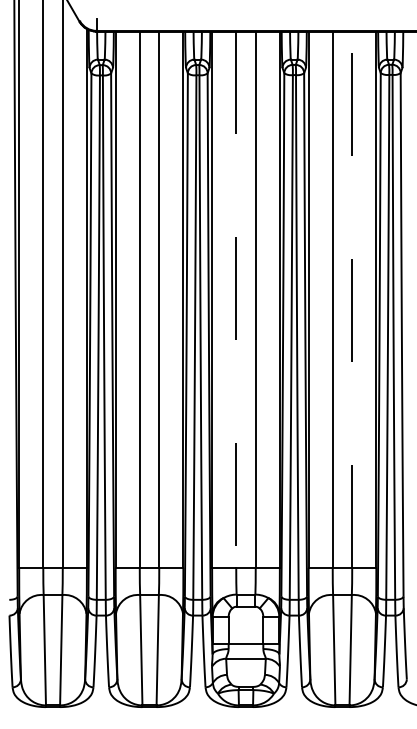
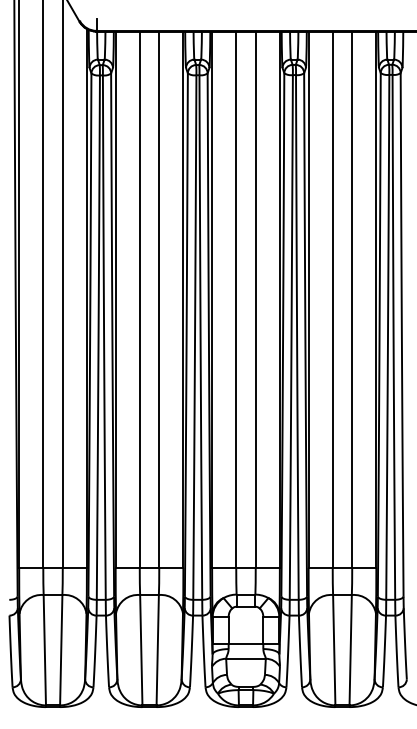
line at (352, 299): dashed -> solid
line at (236, 300): dashed -> solid
